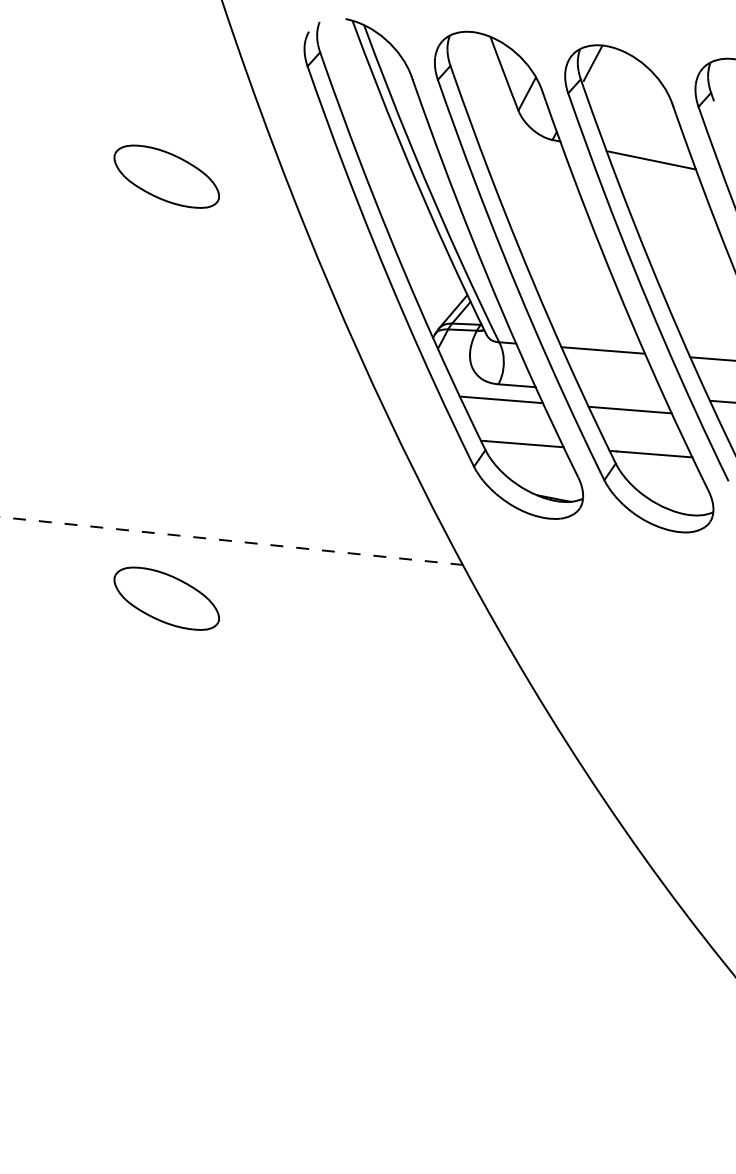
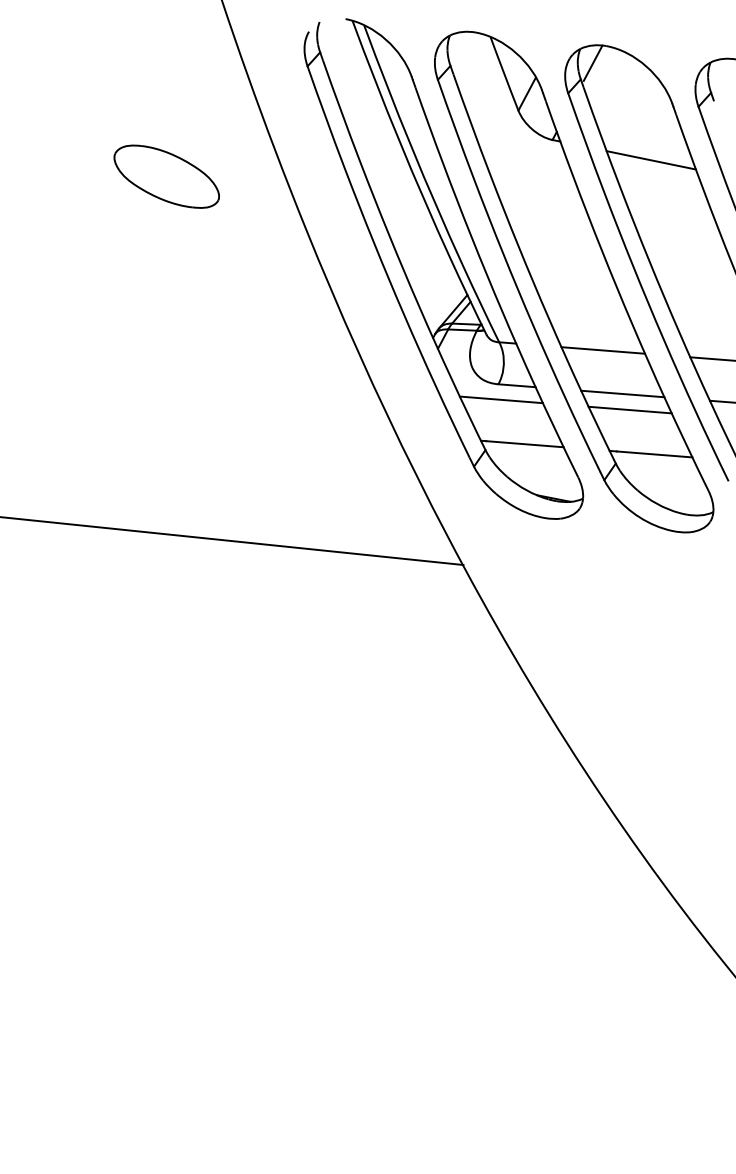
line at (622, 393): none -> present
line at (232, 541): dashed -> solid
part at (166, 598): present -> none
